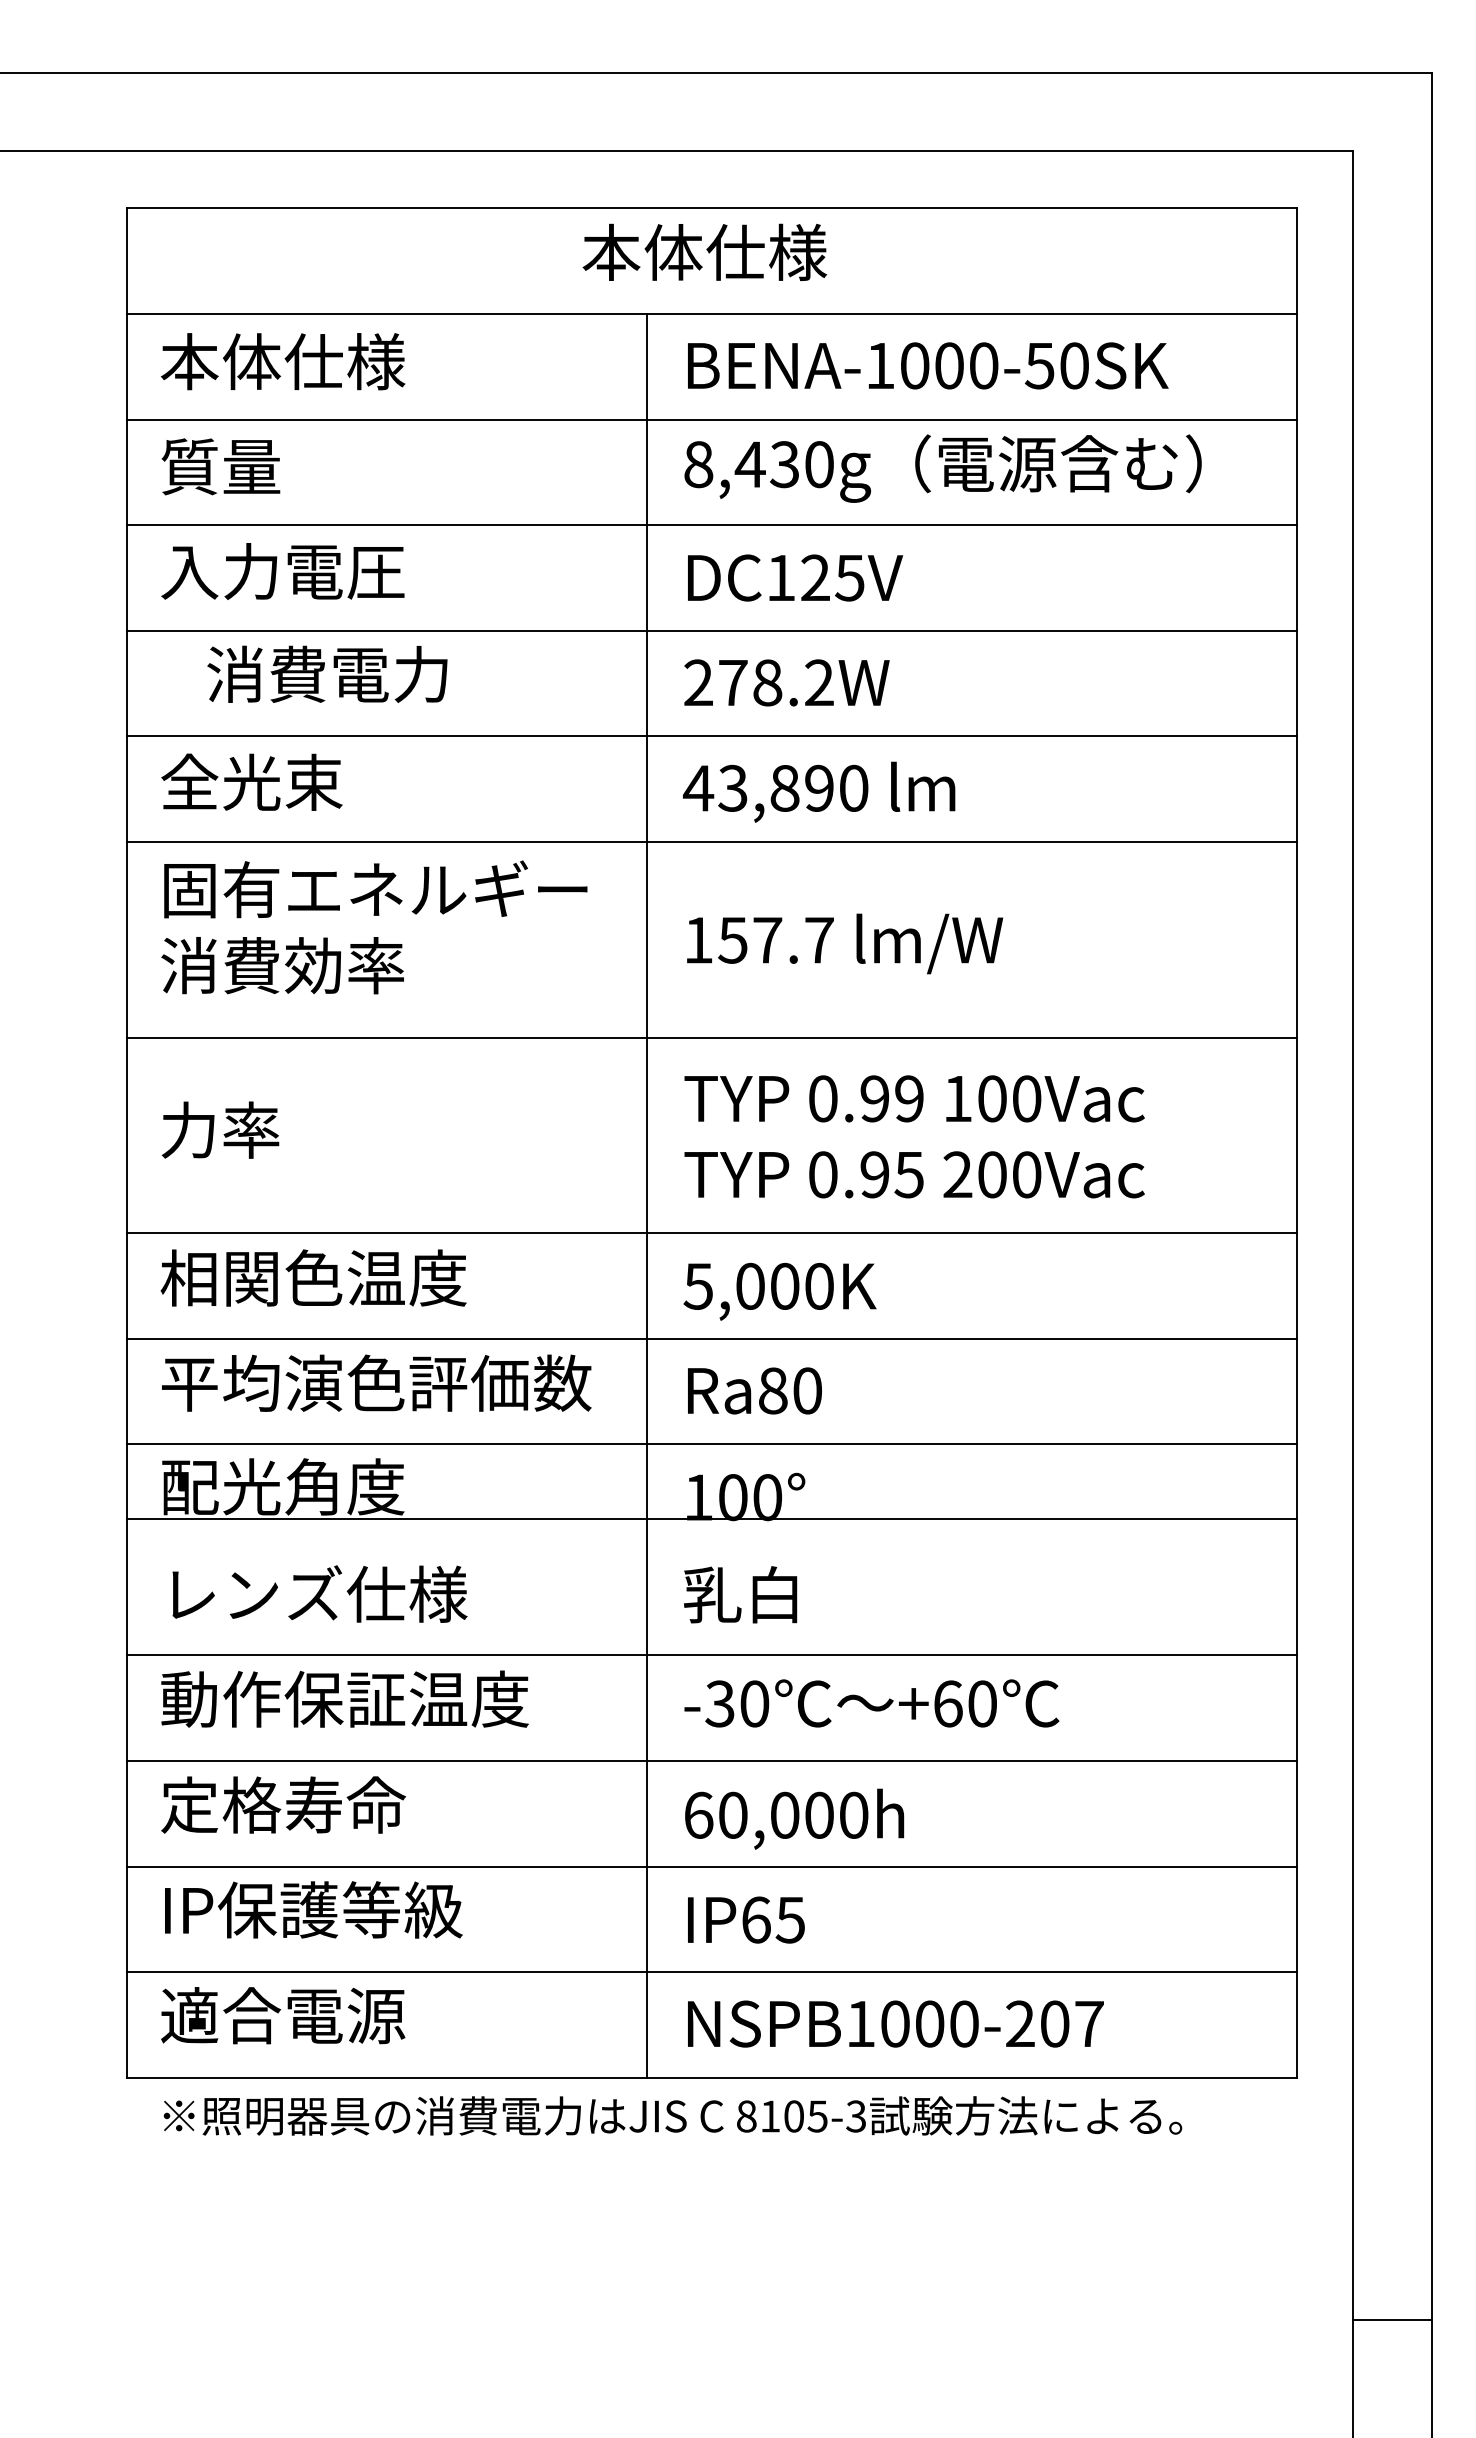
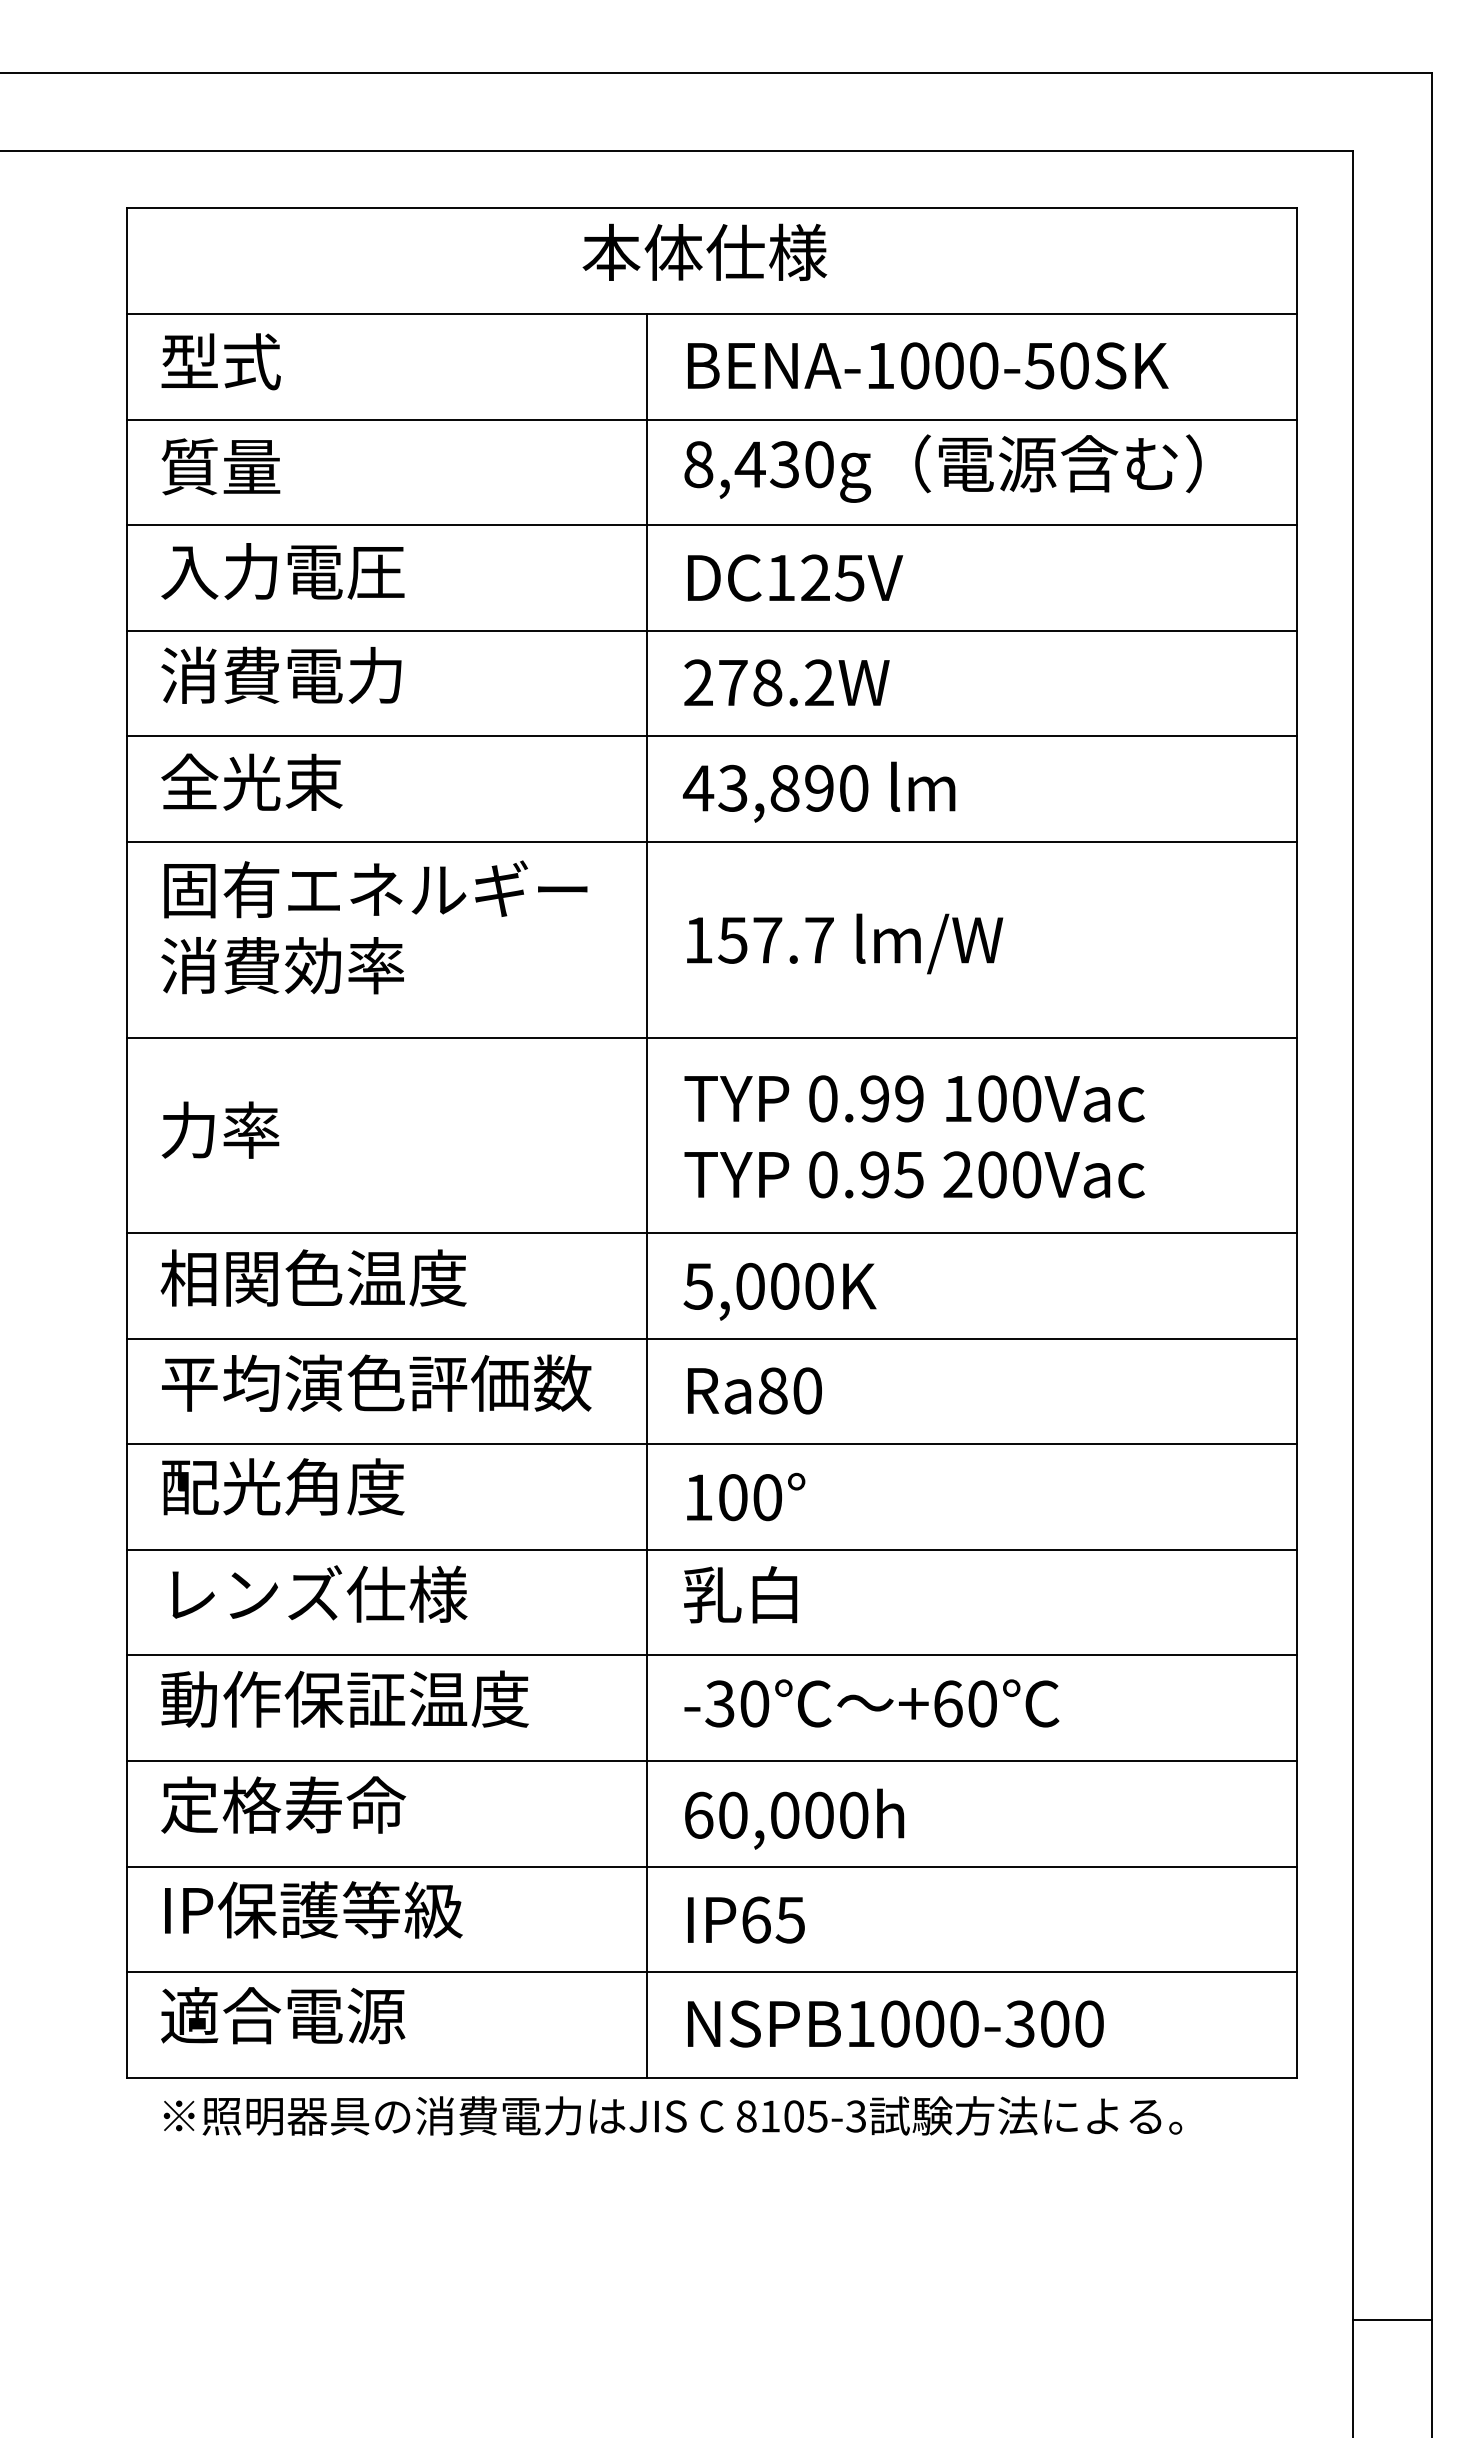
text at (282, 361): 本体仕様 -> 型式
text at (327, 673) position: (327, 673) -> (281, 674)
line at (711, 1518) position: (711, 1518) -> (711, 1549)
text at (1054, 2023): NSPB1000-207 -> NSPB1000-300
